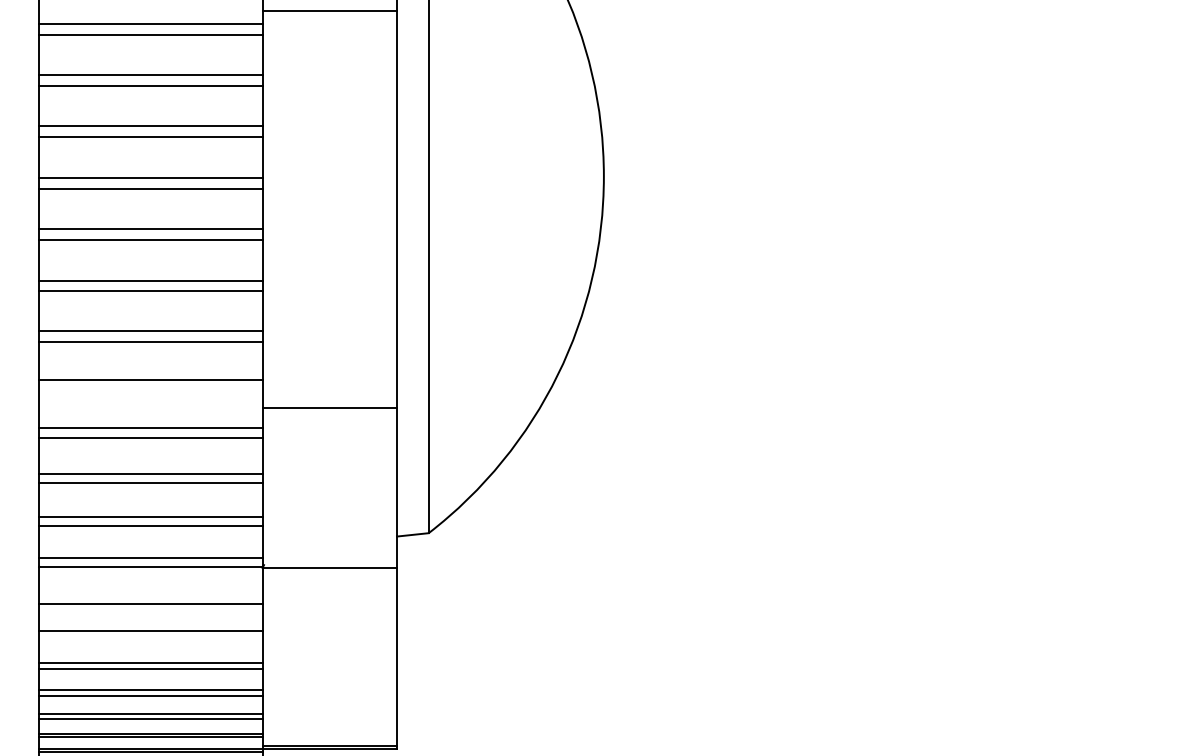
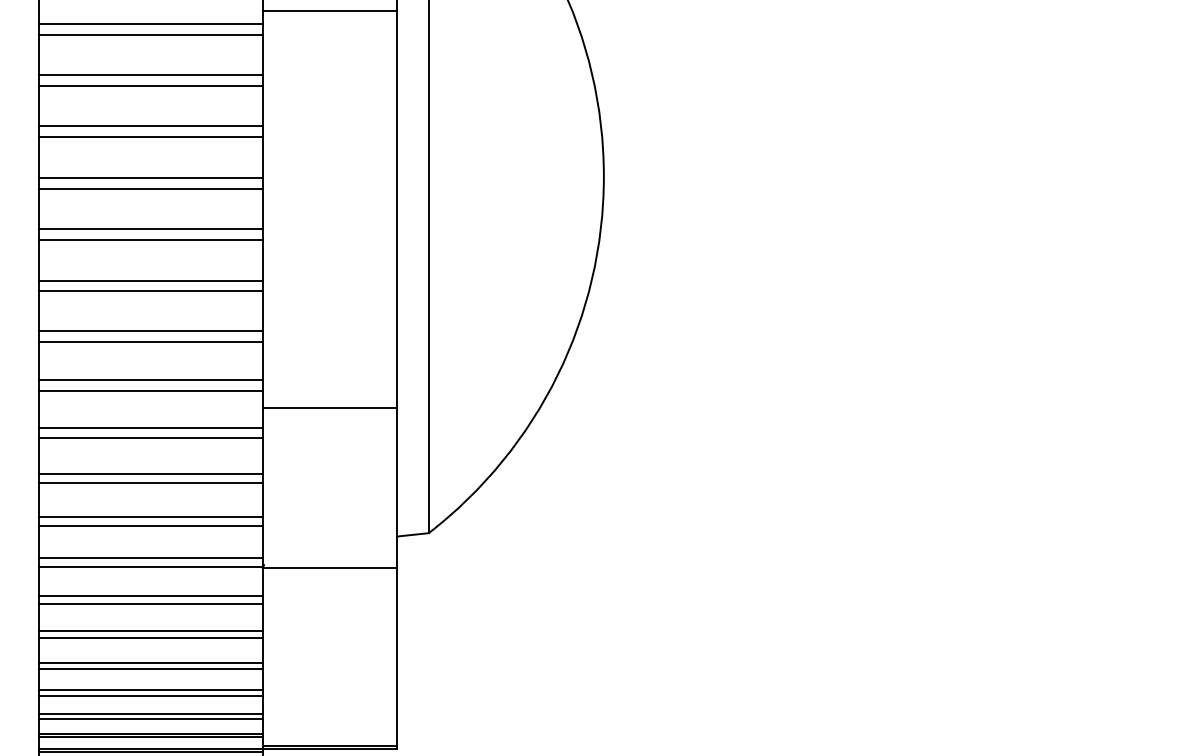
line at (150, 390): none -> present
line at (150, 596): none -> present
line at (150, 638): none -> present
